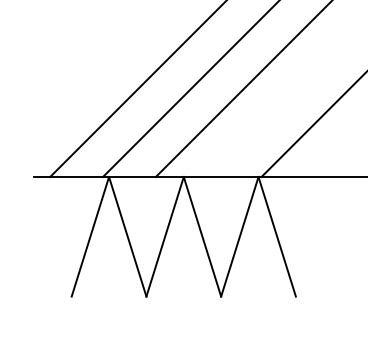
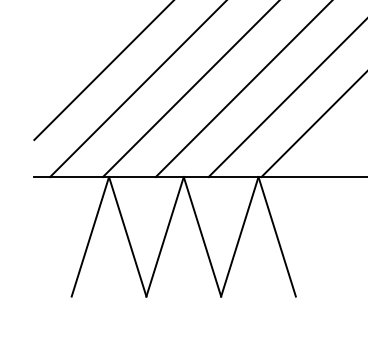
line at (102, 70): none -> present
line at (286, 98): none -> present
